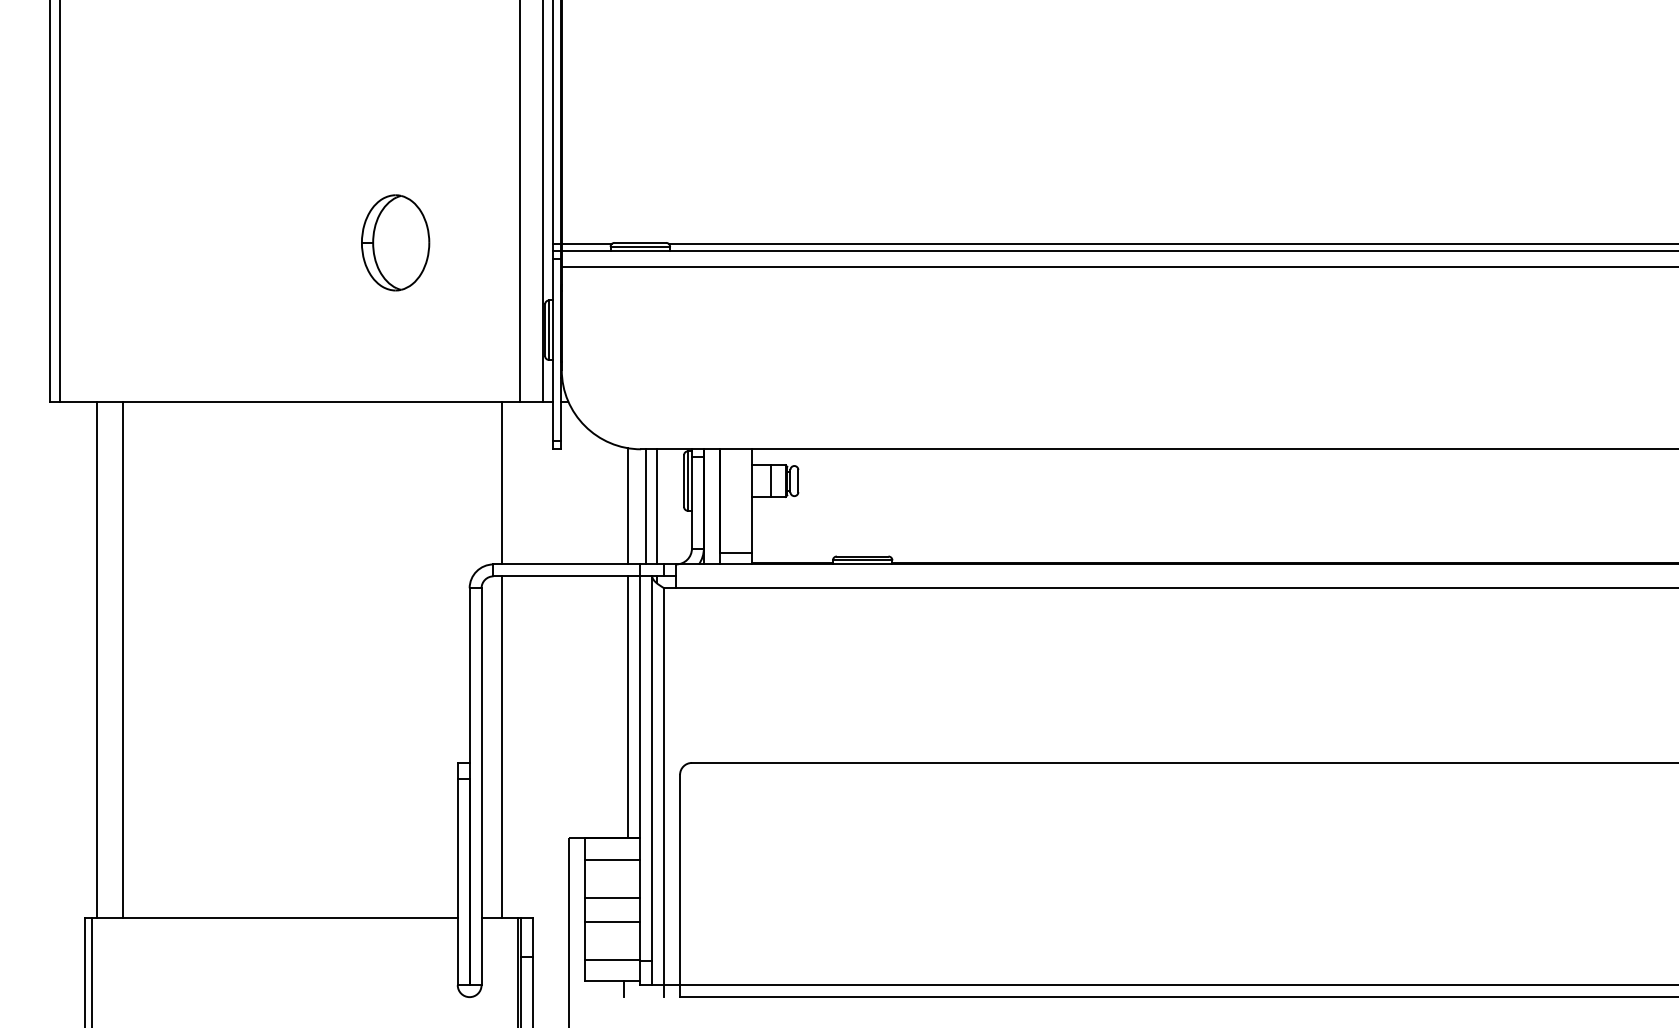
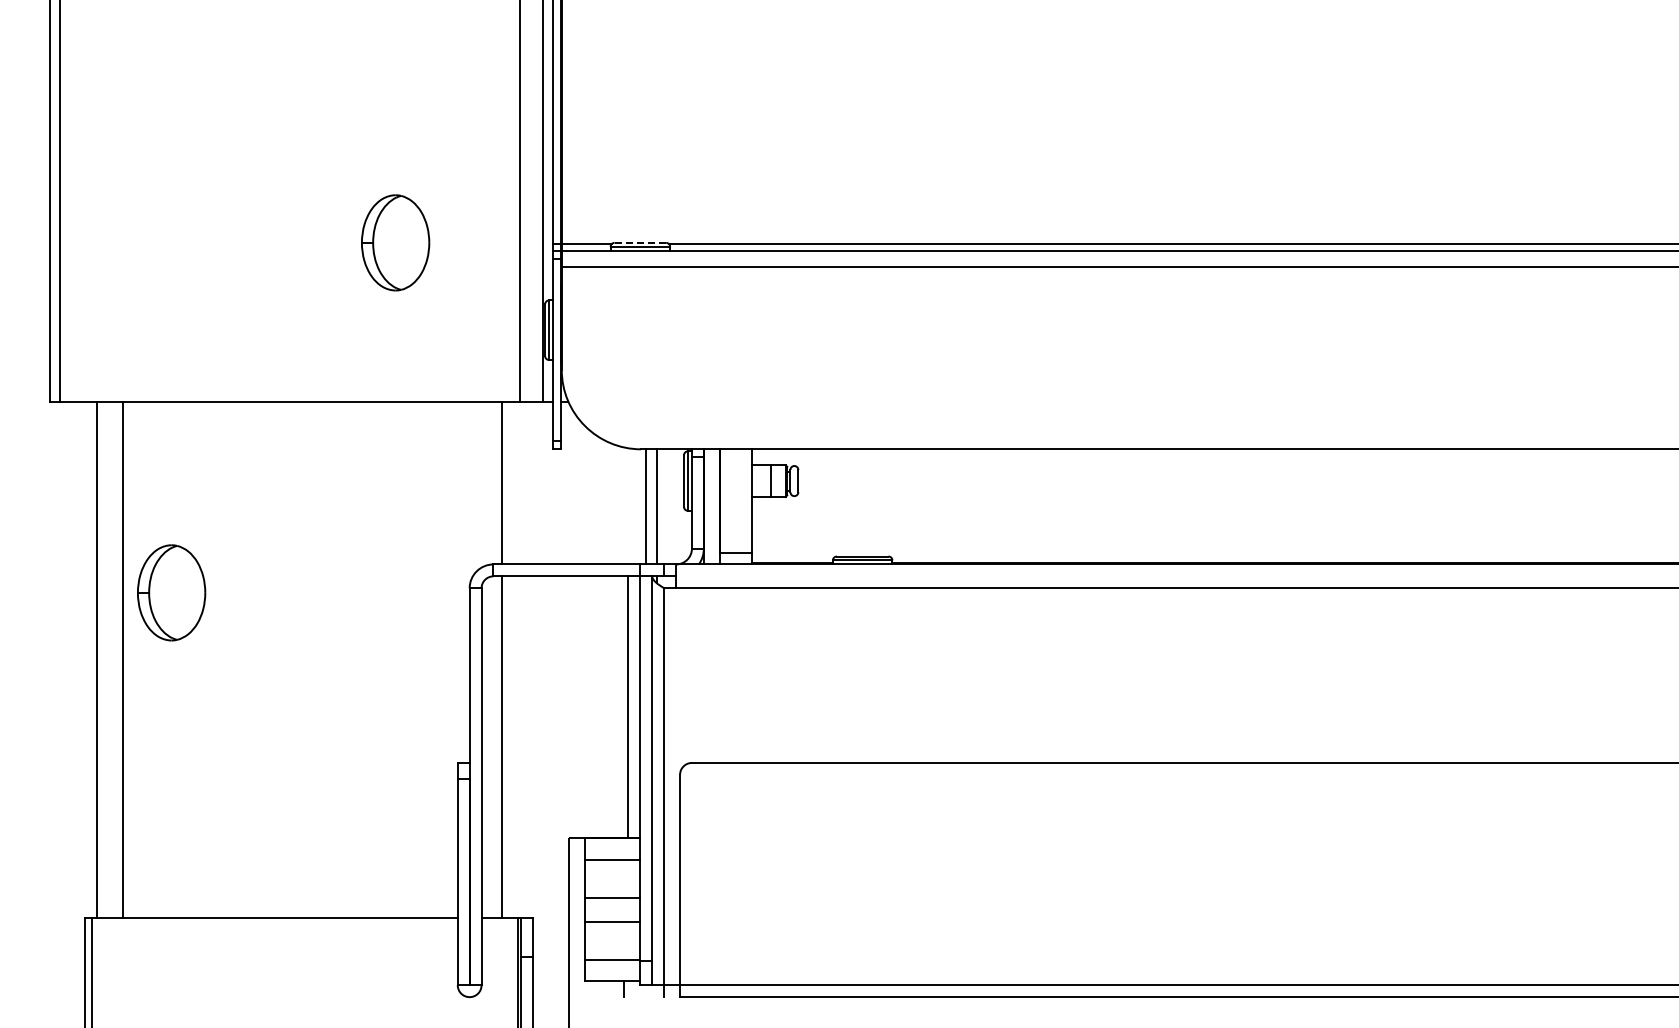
line at (640, 242): solid -> dashed
line at (627, 506): present -> none
part at (171, 592): none -> present
